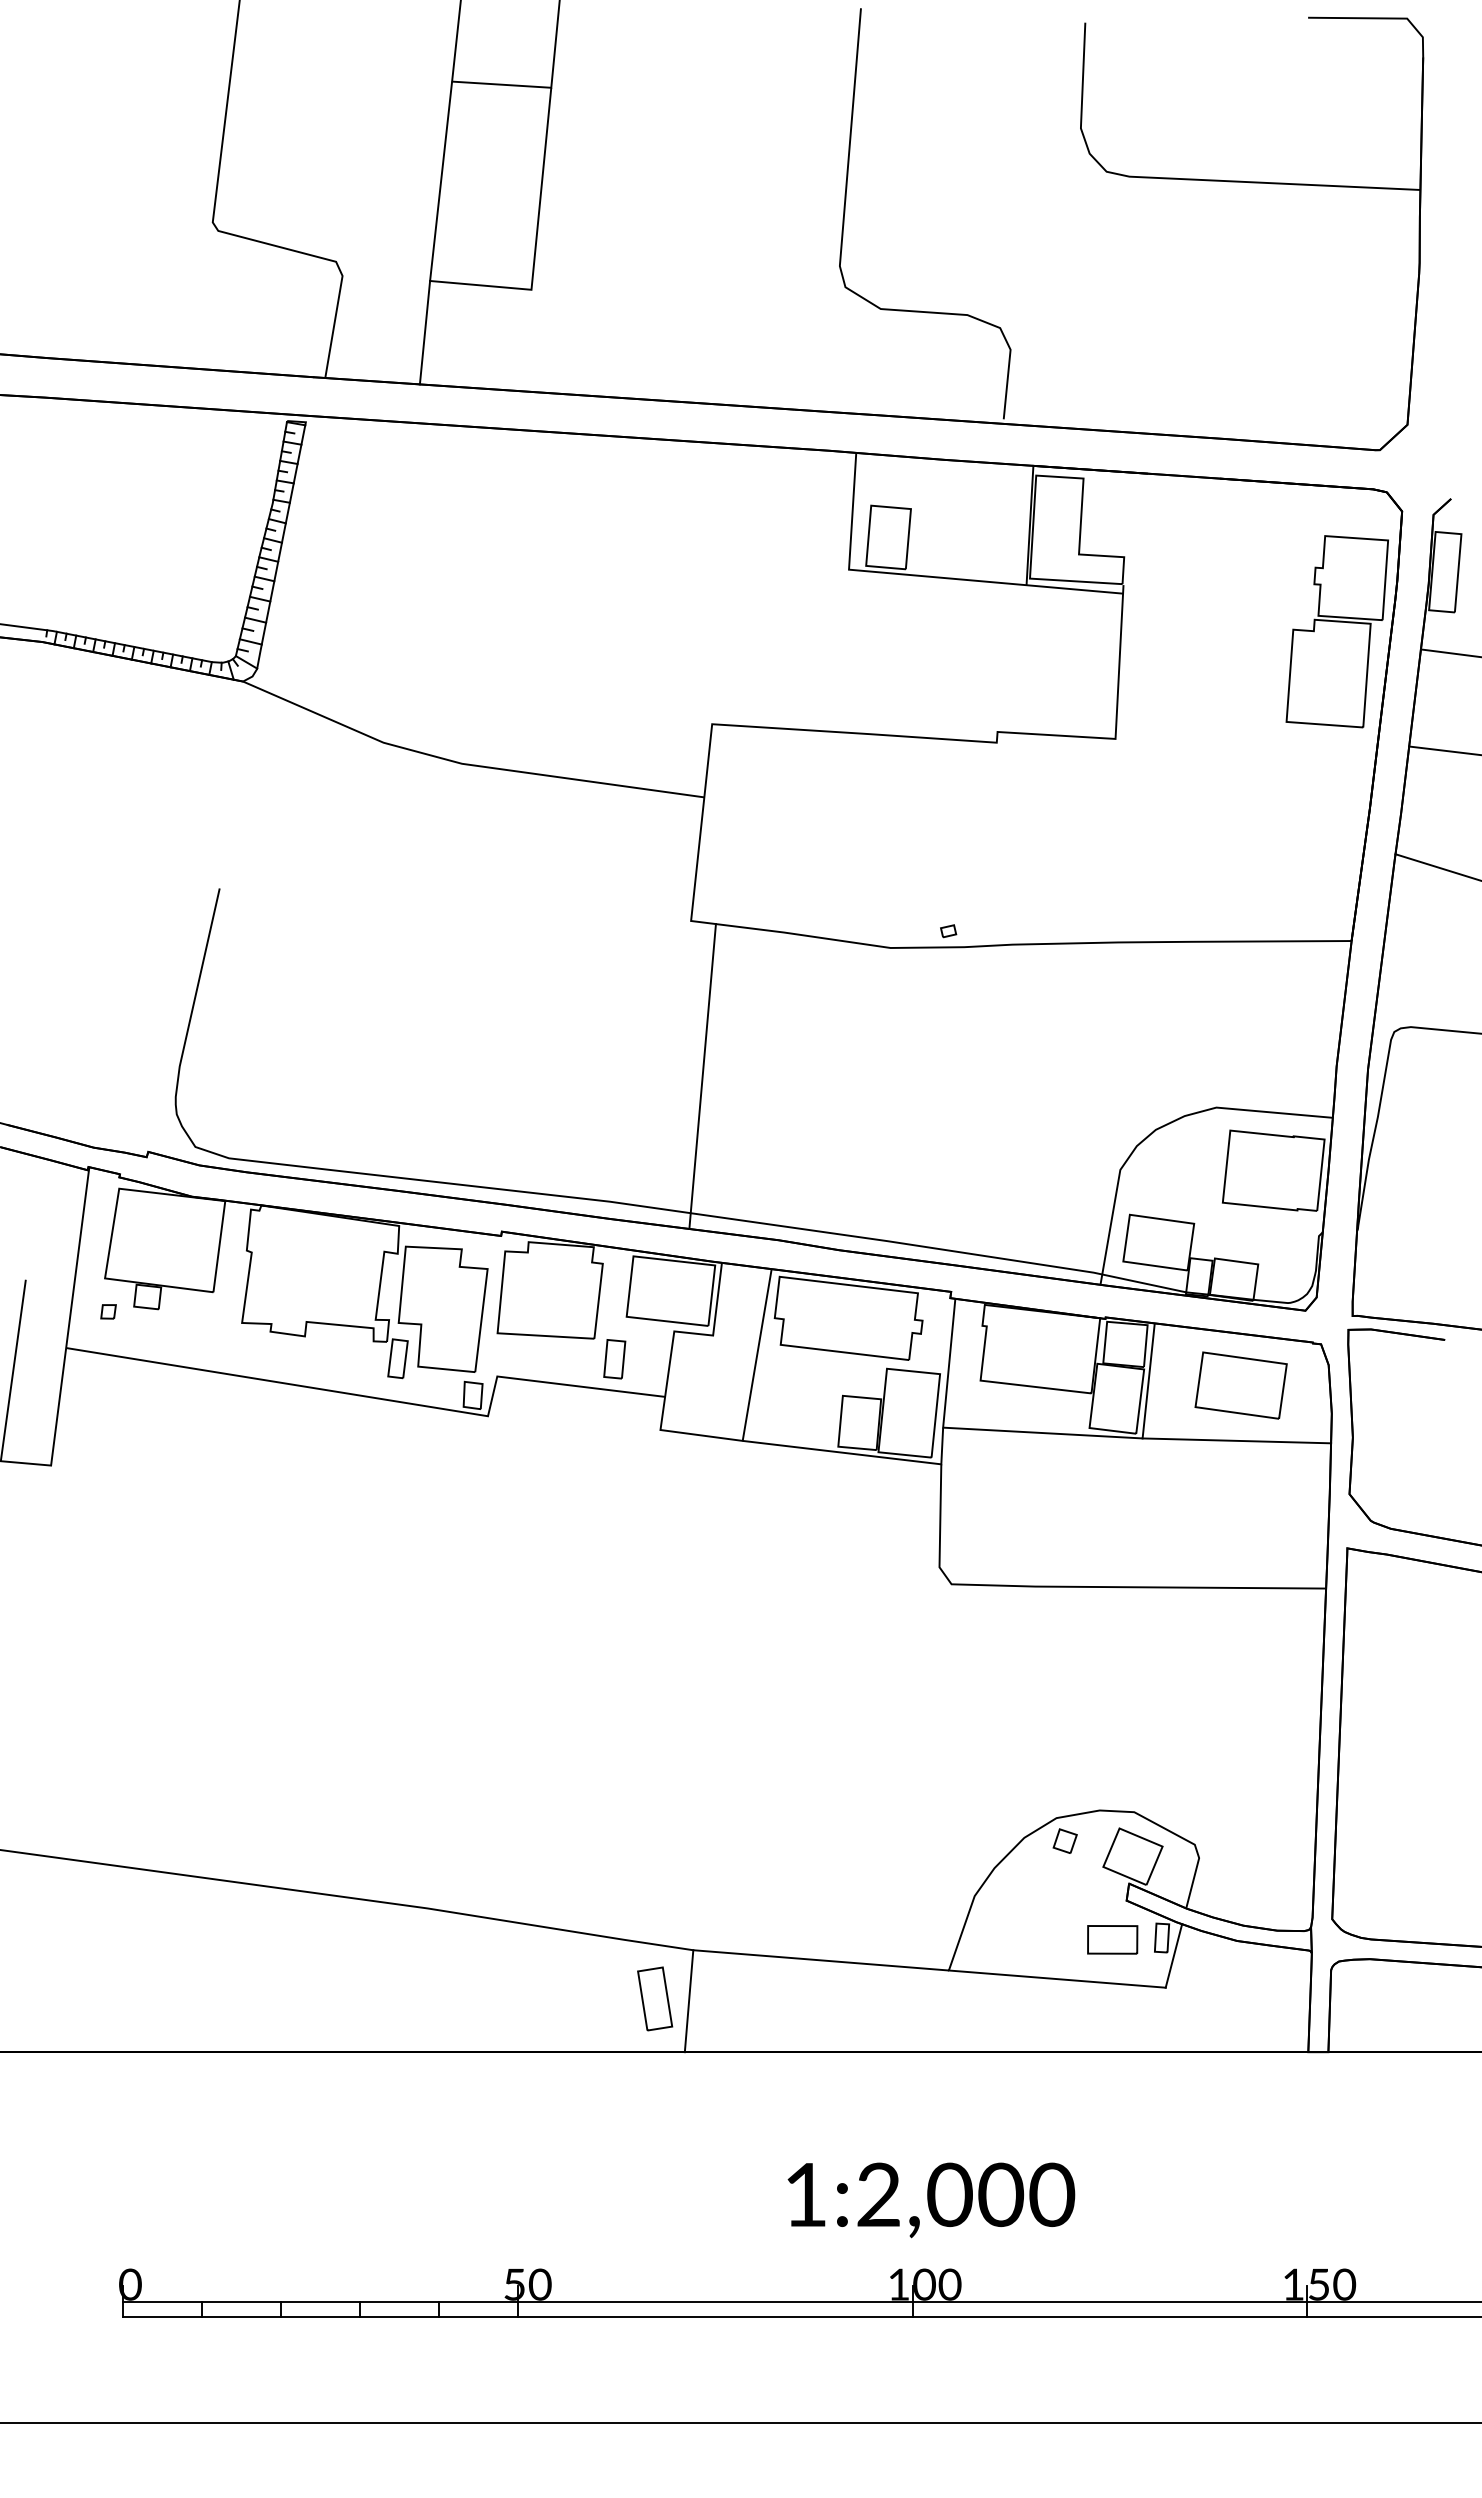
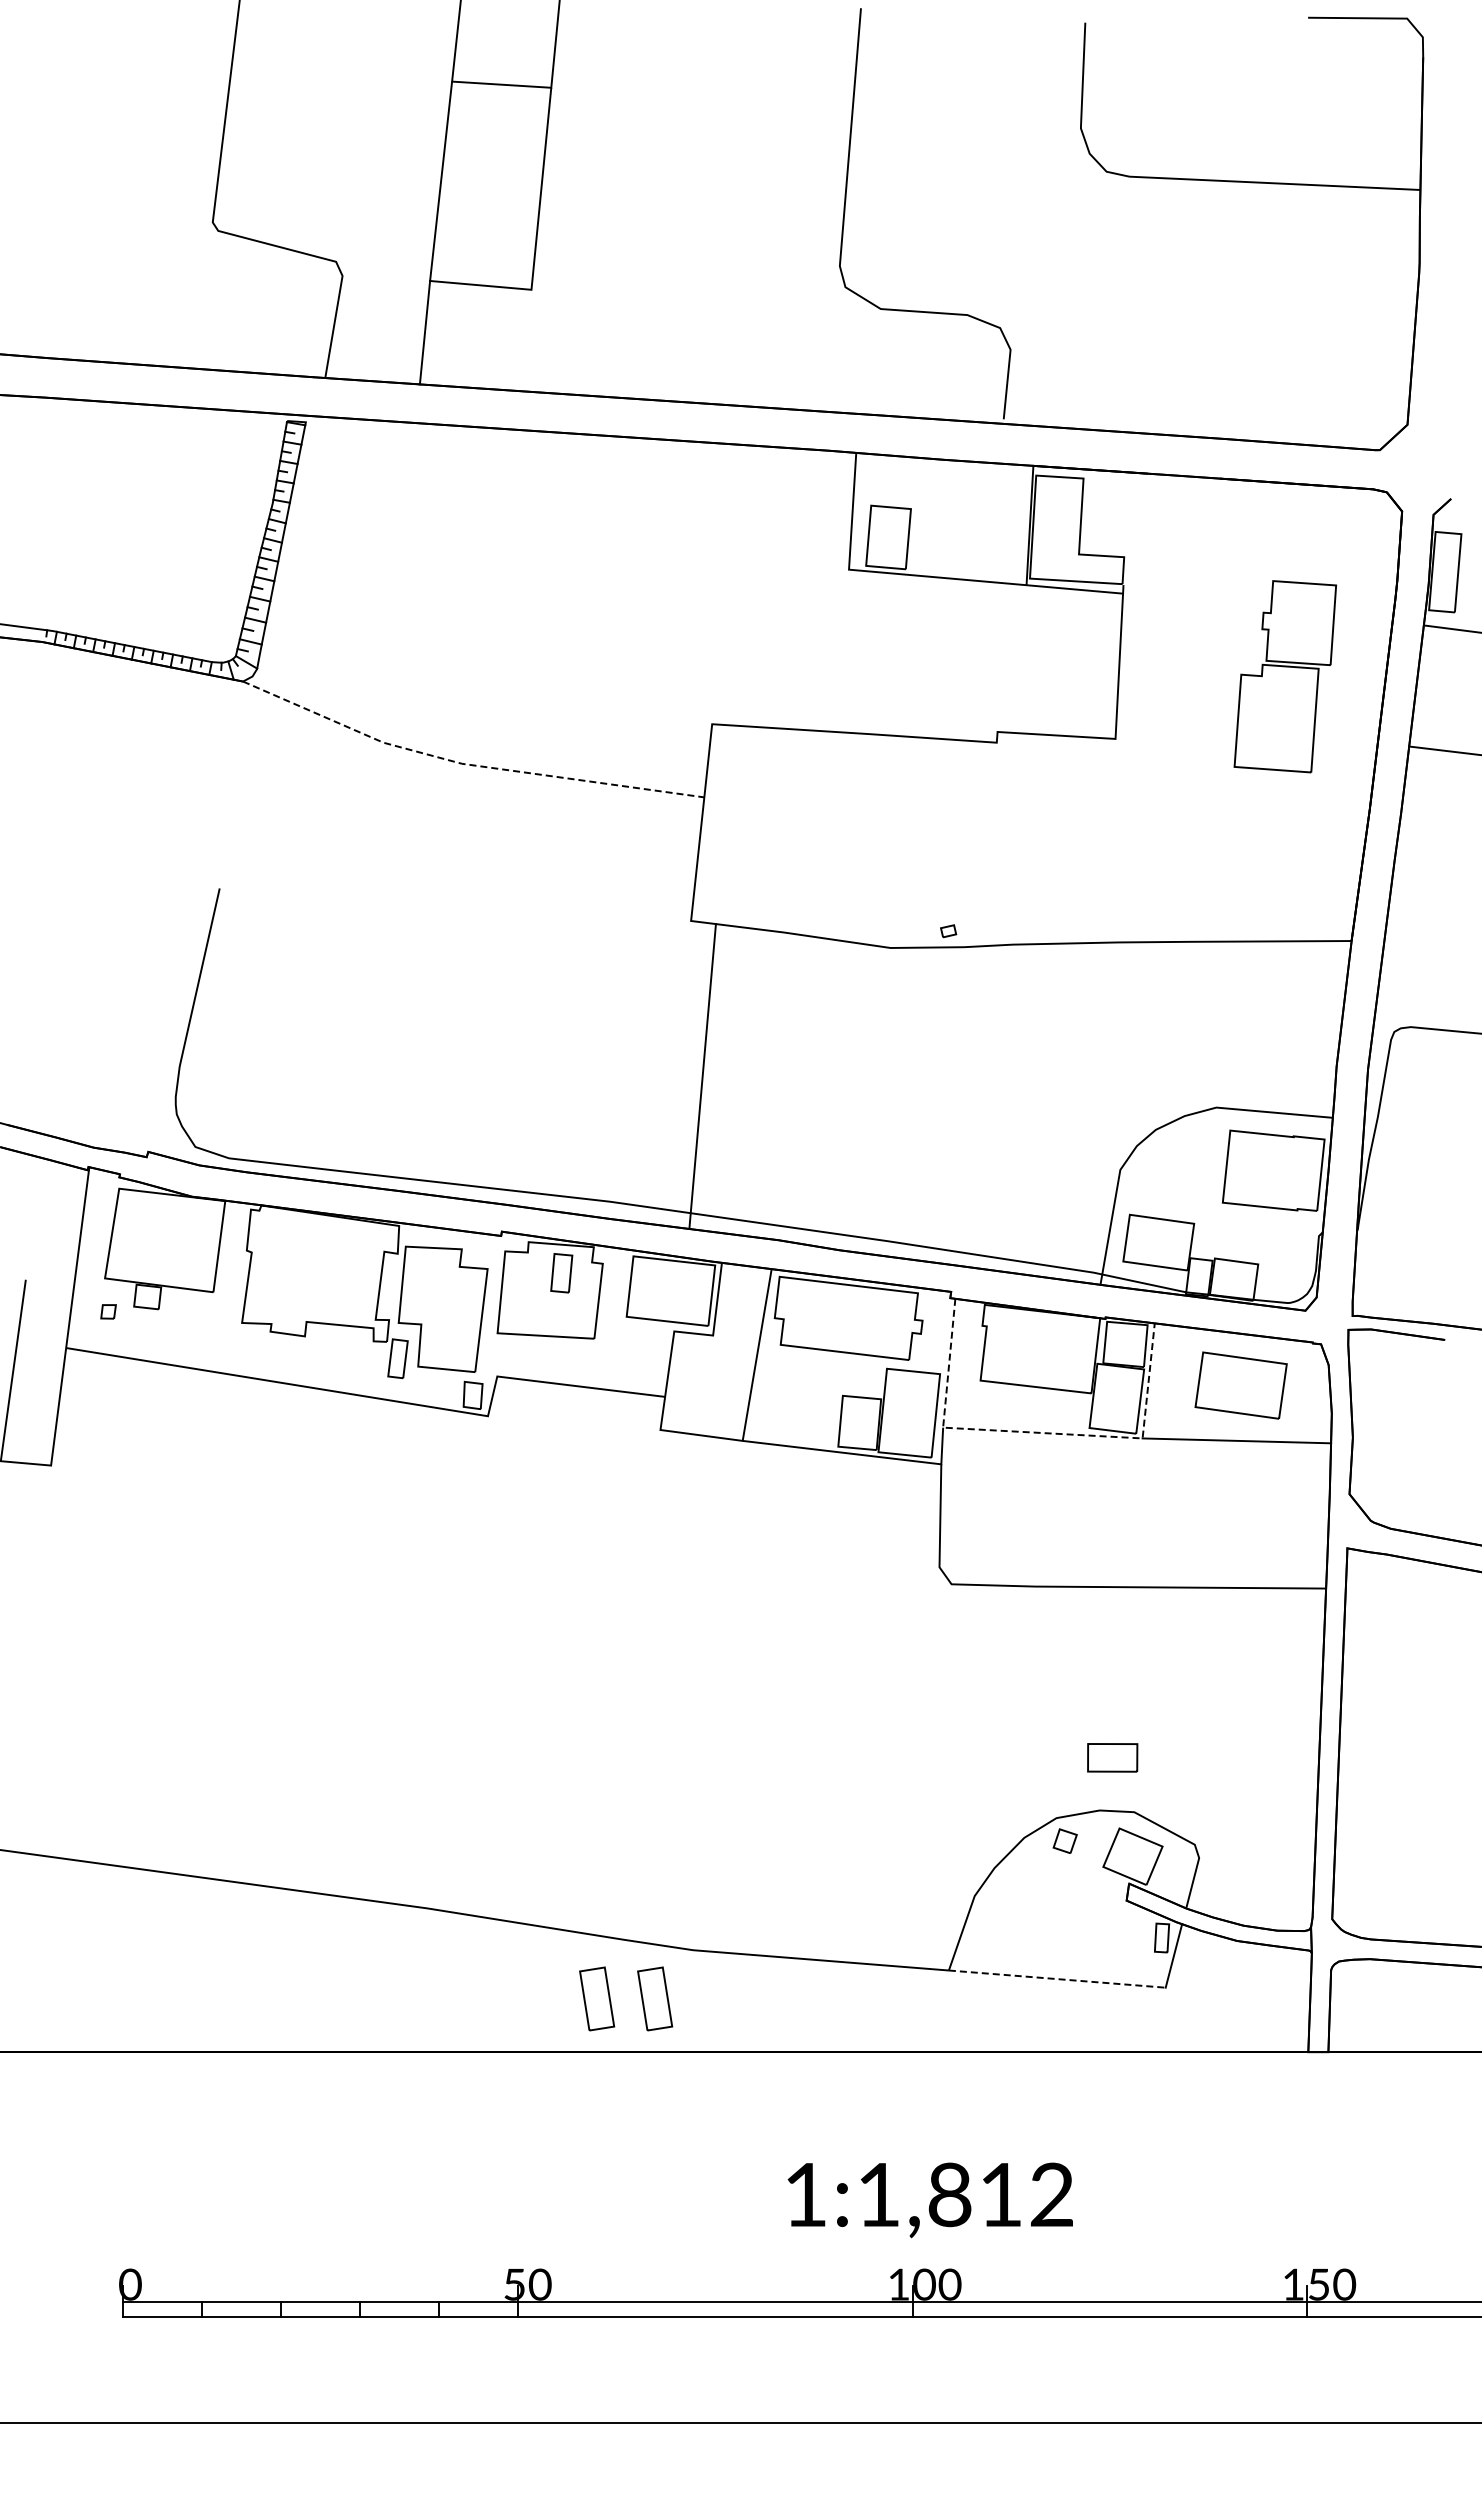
part at (1336, 631) position: (1336, 631) -> (1284, 676)
line at (1449, 652) position: (1449, 652) -> (1450, 628)
line at (466, 764): solid -> dashed
line at (1436, 867): present -> none
part at (614, 1359) position: (614, 1359) -> (561, 1273)
line at (1035, 1432): solid -> dashed
part at (1112, 1939) position: (1112, 1939) -> (1112, 1757)
line at (1057, 1979): solid -> dashed
part at (597, 1998): none -> present
line at (688, 2001): present -> none
text at (966, 2194): 1:2,000 -> 1:1,812
